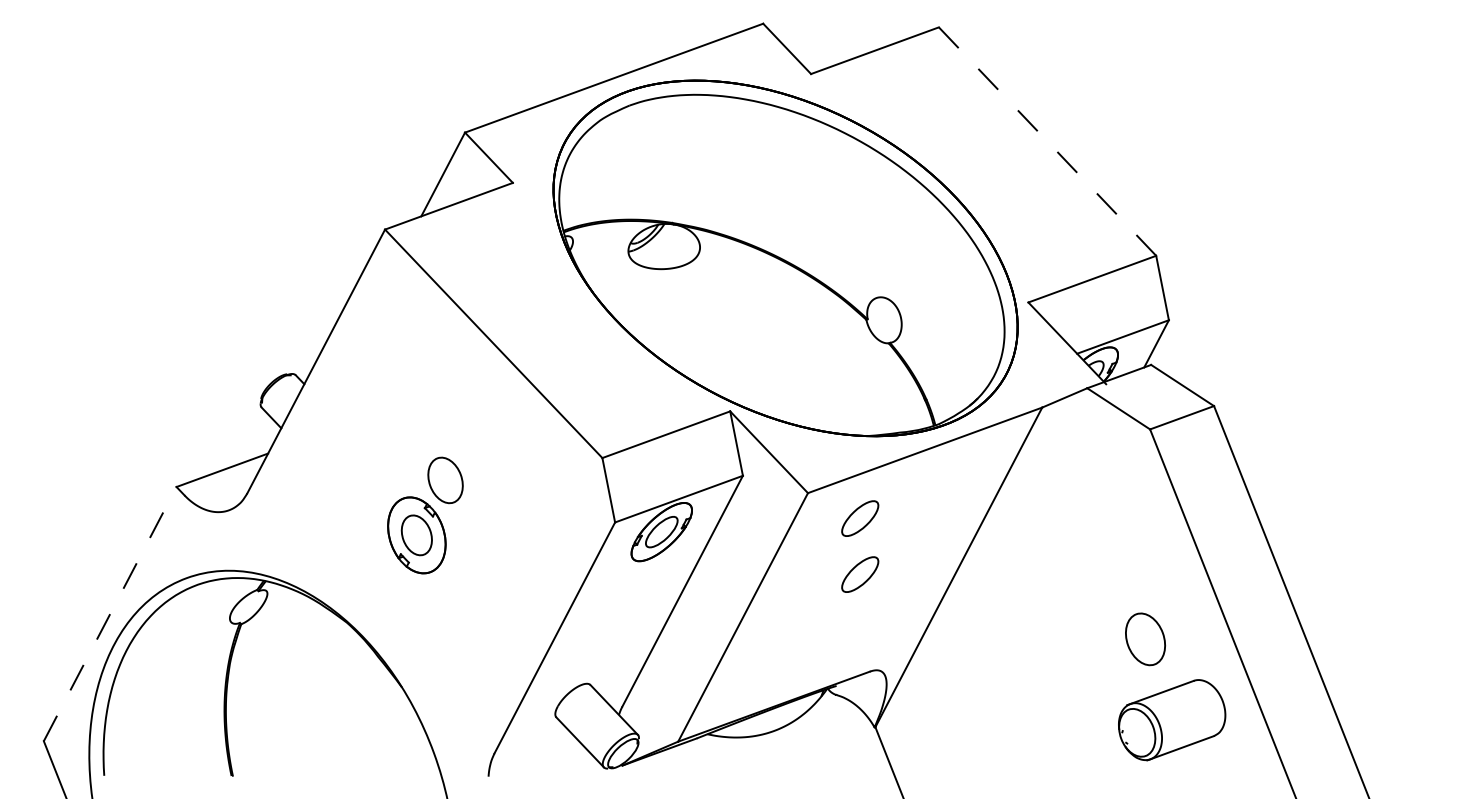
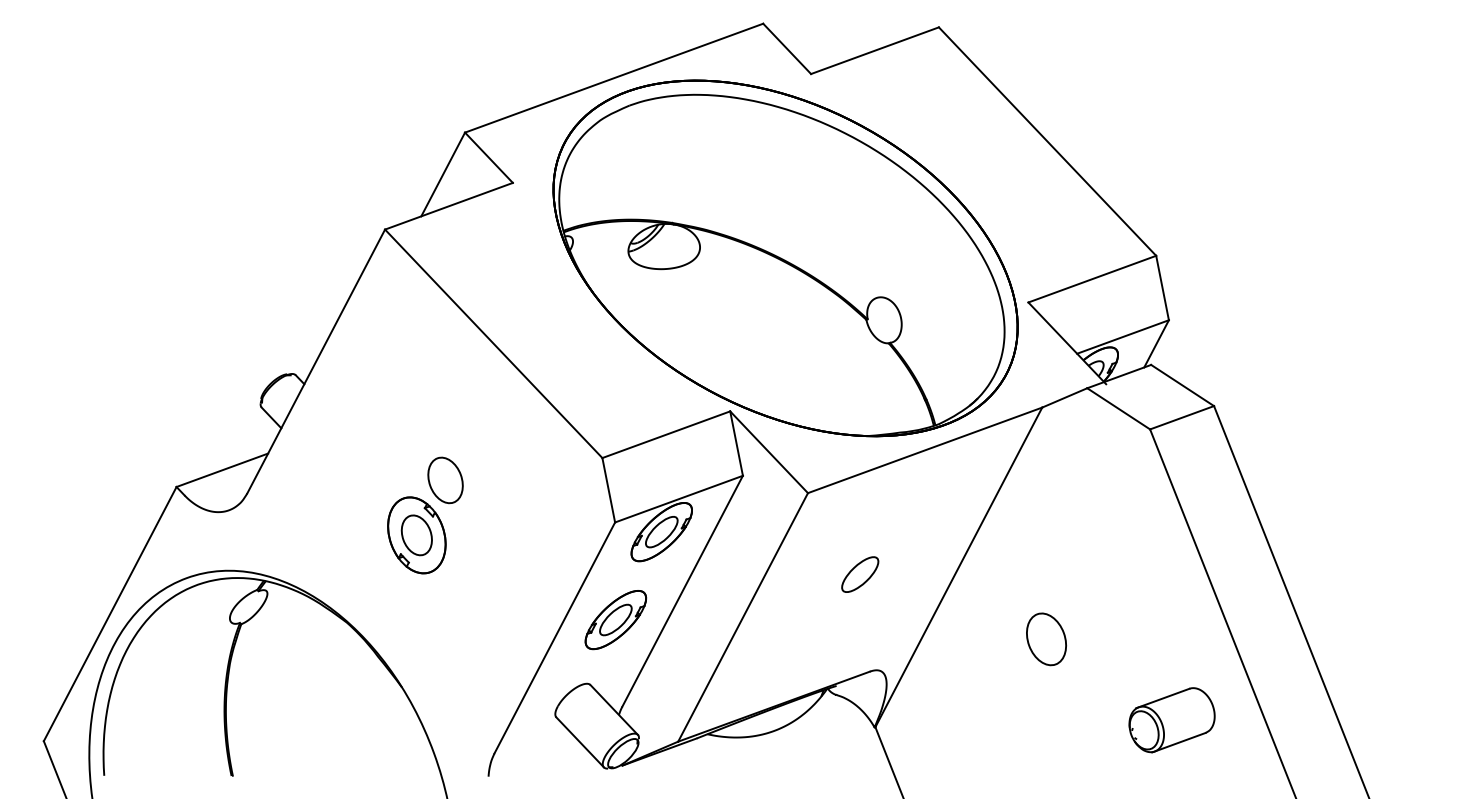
line at (1047, 141): dashed -> solid
part at (860, 518): present -> none
line at (110, 613): dashed -> solid
part at (615, 620): none -> present
part at (1145, 639) position: (1145, 639) -> (1046, 639)
part at (1172, 720) size: 109x83 px -> 88x67 px
